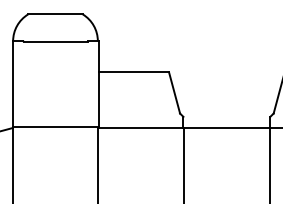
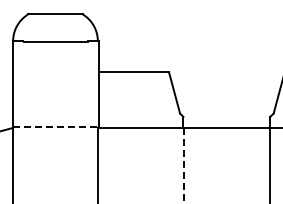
line at (56, 127): solid -> dashed
line at (183, 166): solid -> dashed
